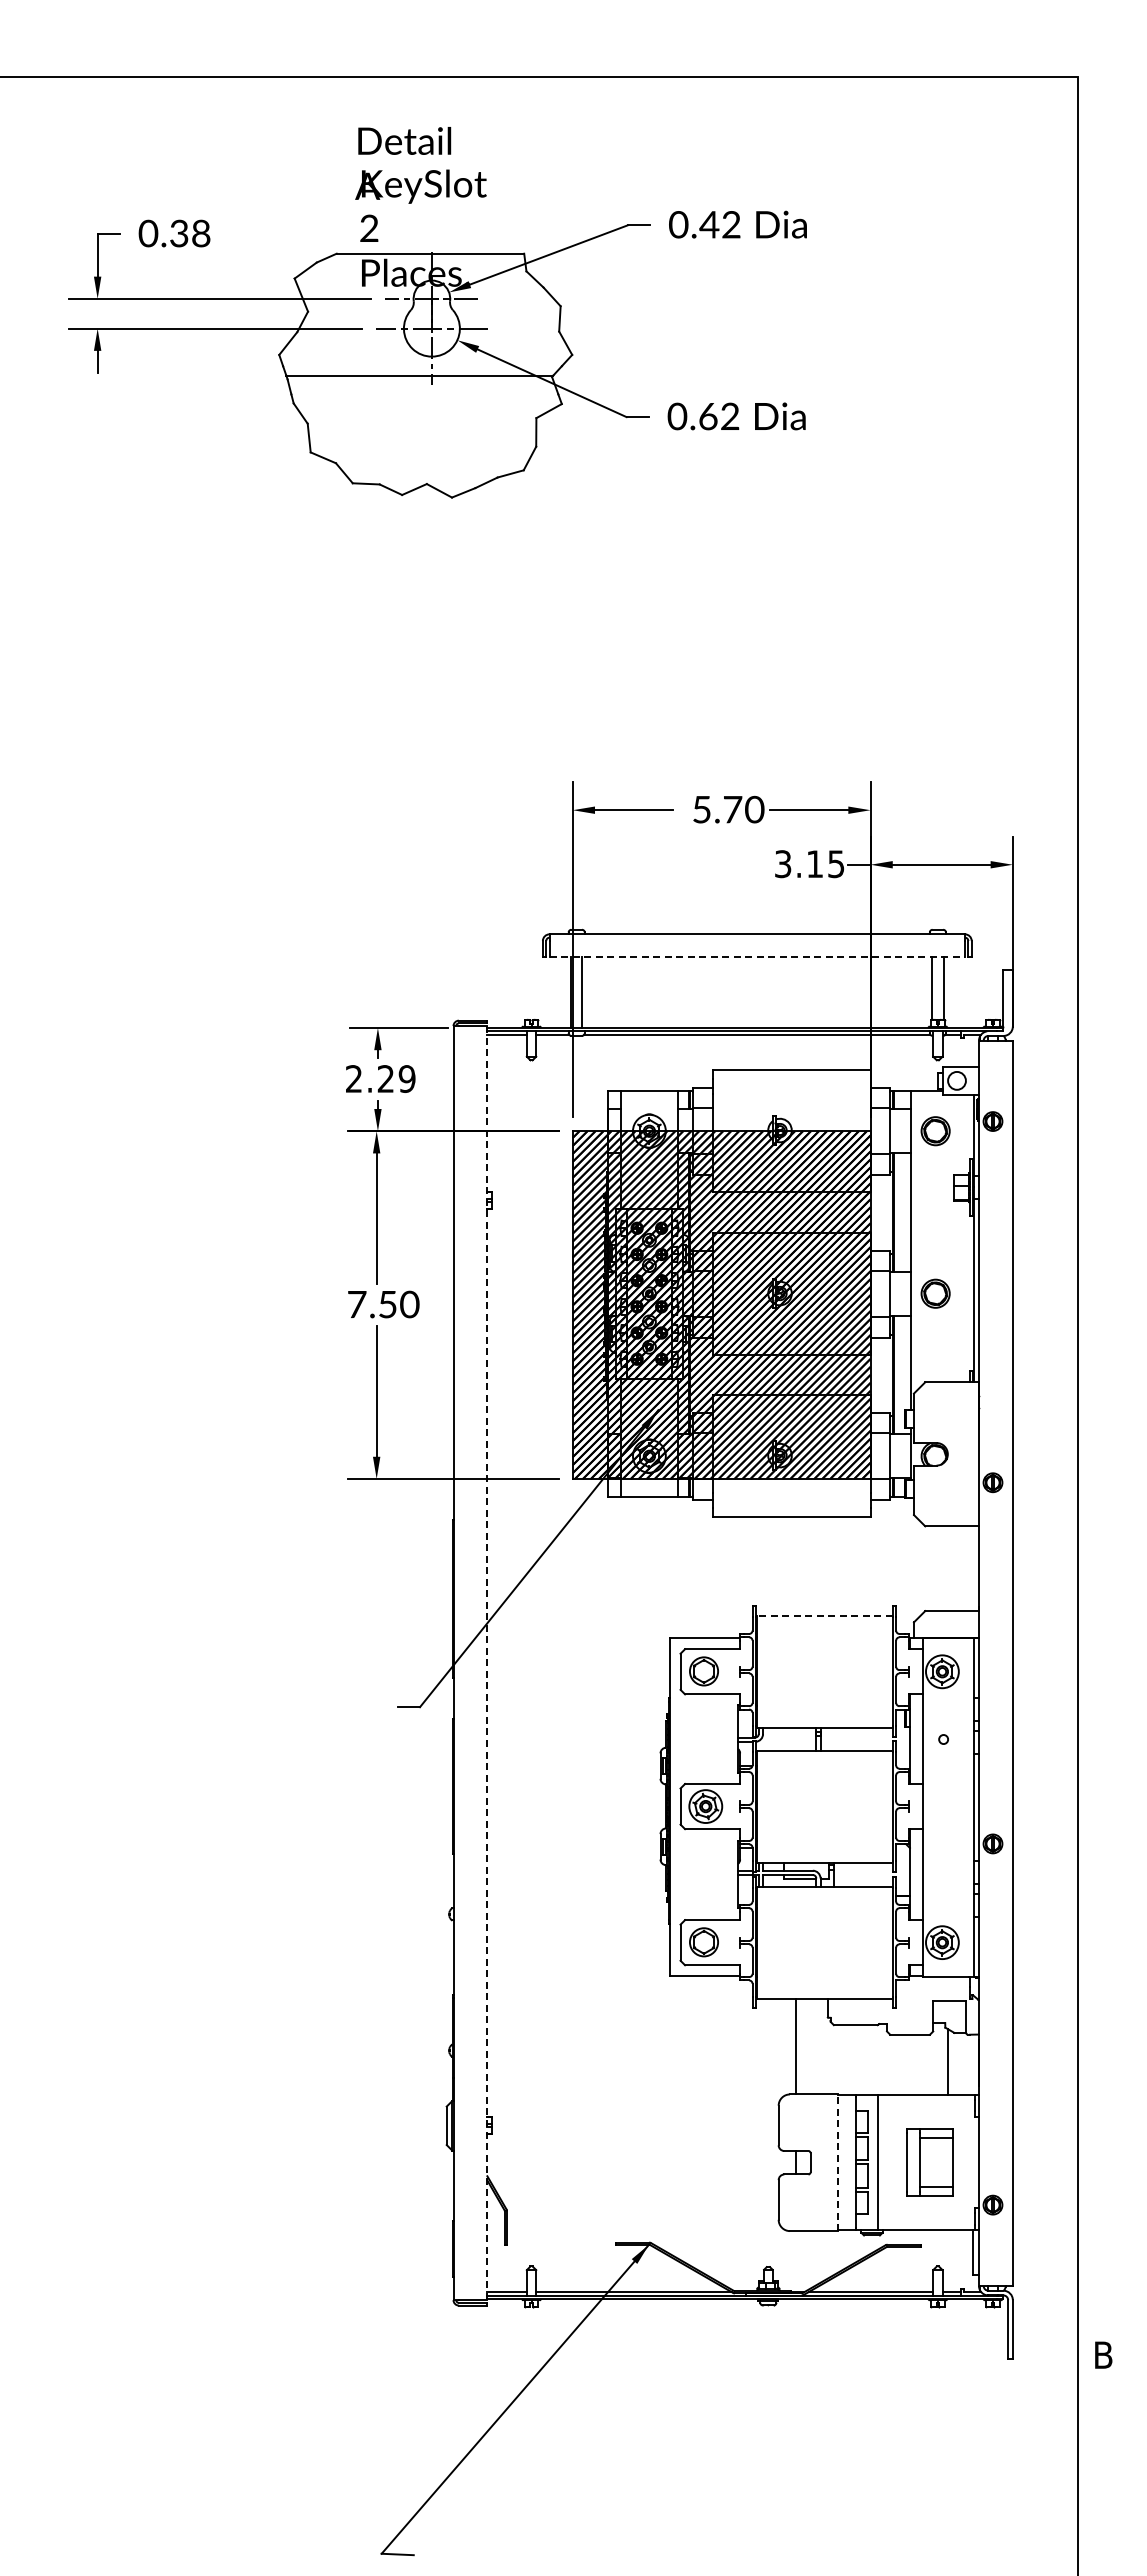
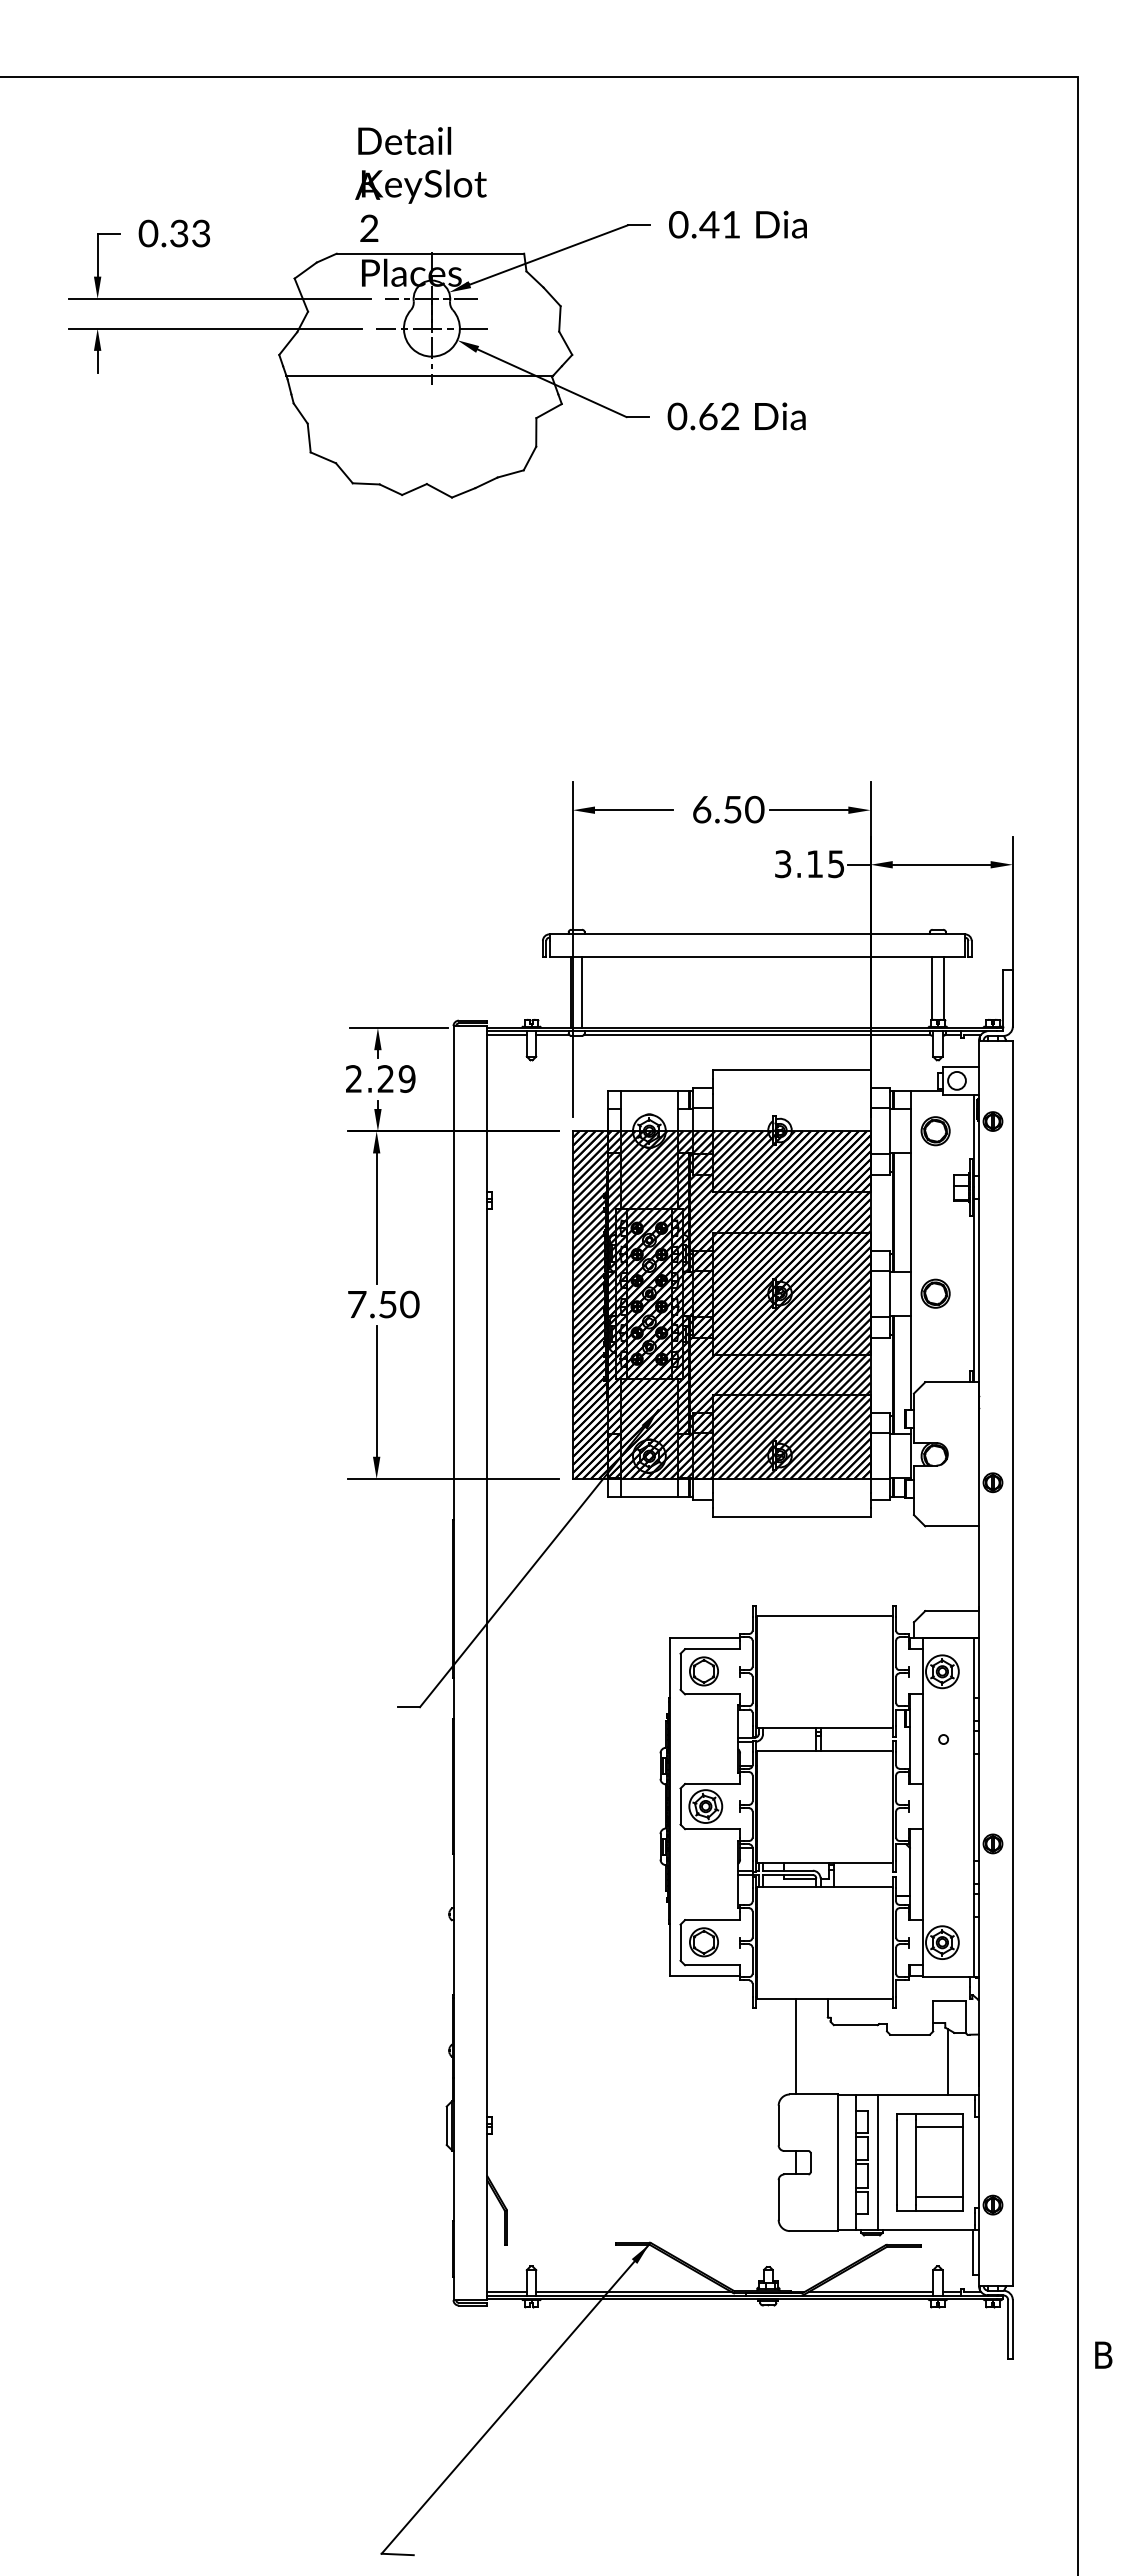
text at (731, 224): 0.42 -> 0.41
text at (201, 233): 0.38 -> 0.33
text at (717, 809): 5.70 -> 6.50
line at (757, 956): dashed -> solid
line at (825, 1615): dashed -> solid
line at (487, 1663): dashed -> solid
line at (837, 2162): dashed -> solid
part at (929, 2162) size: 48x69 px -> 68x99 px
